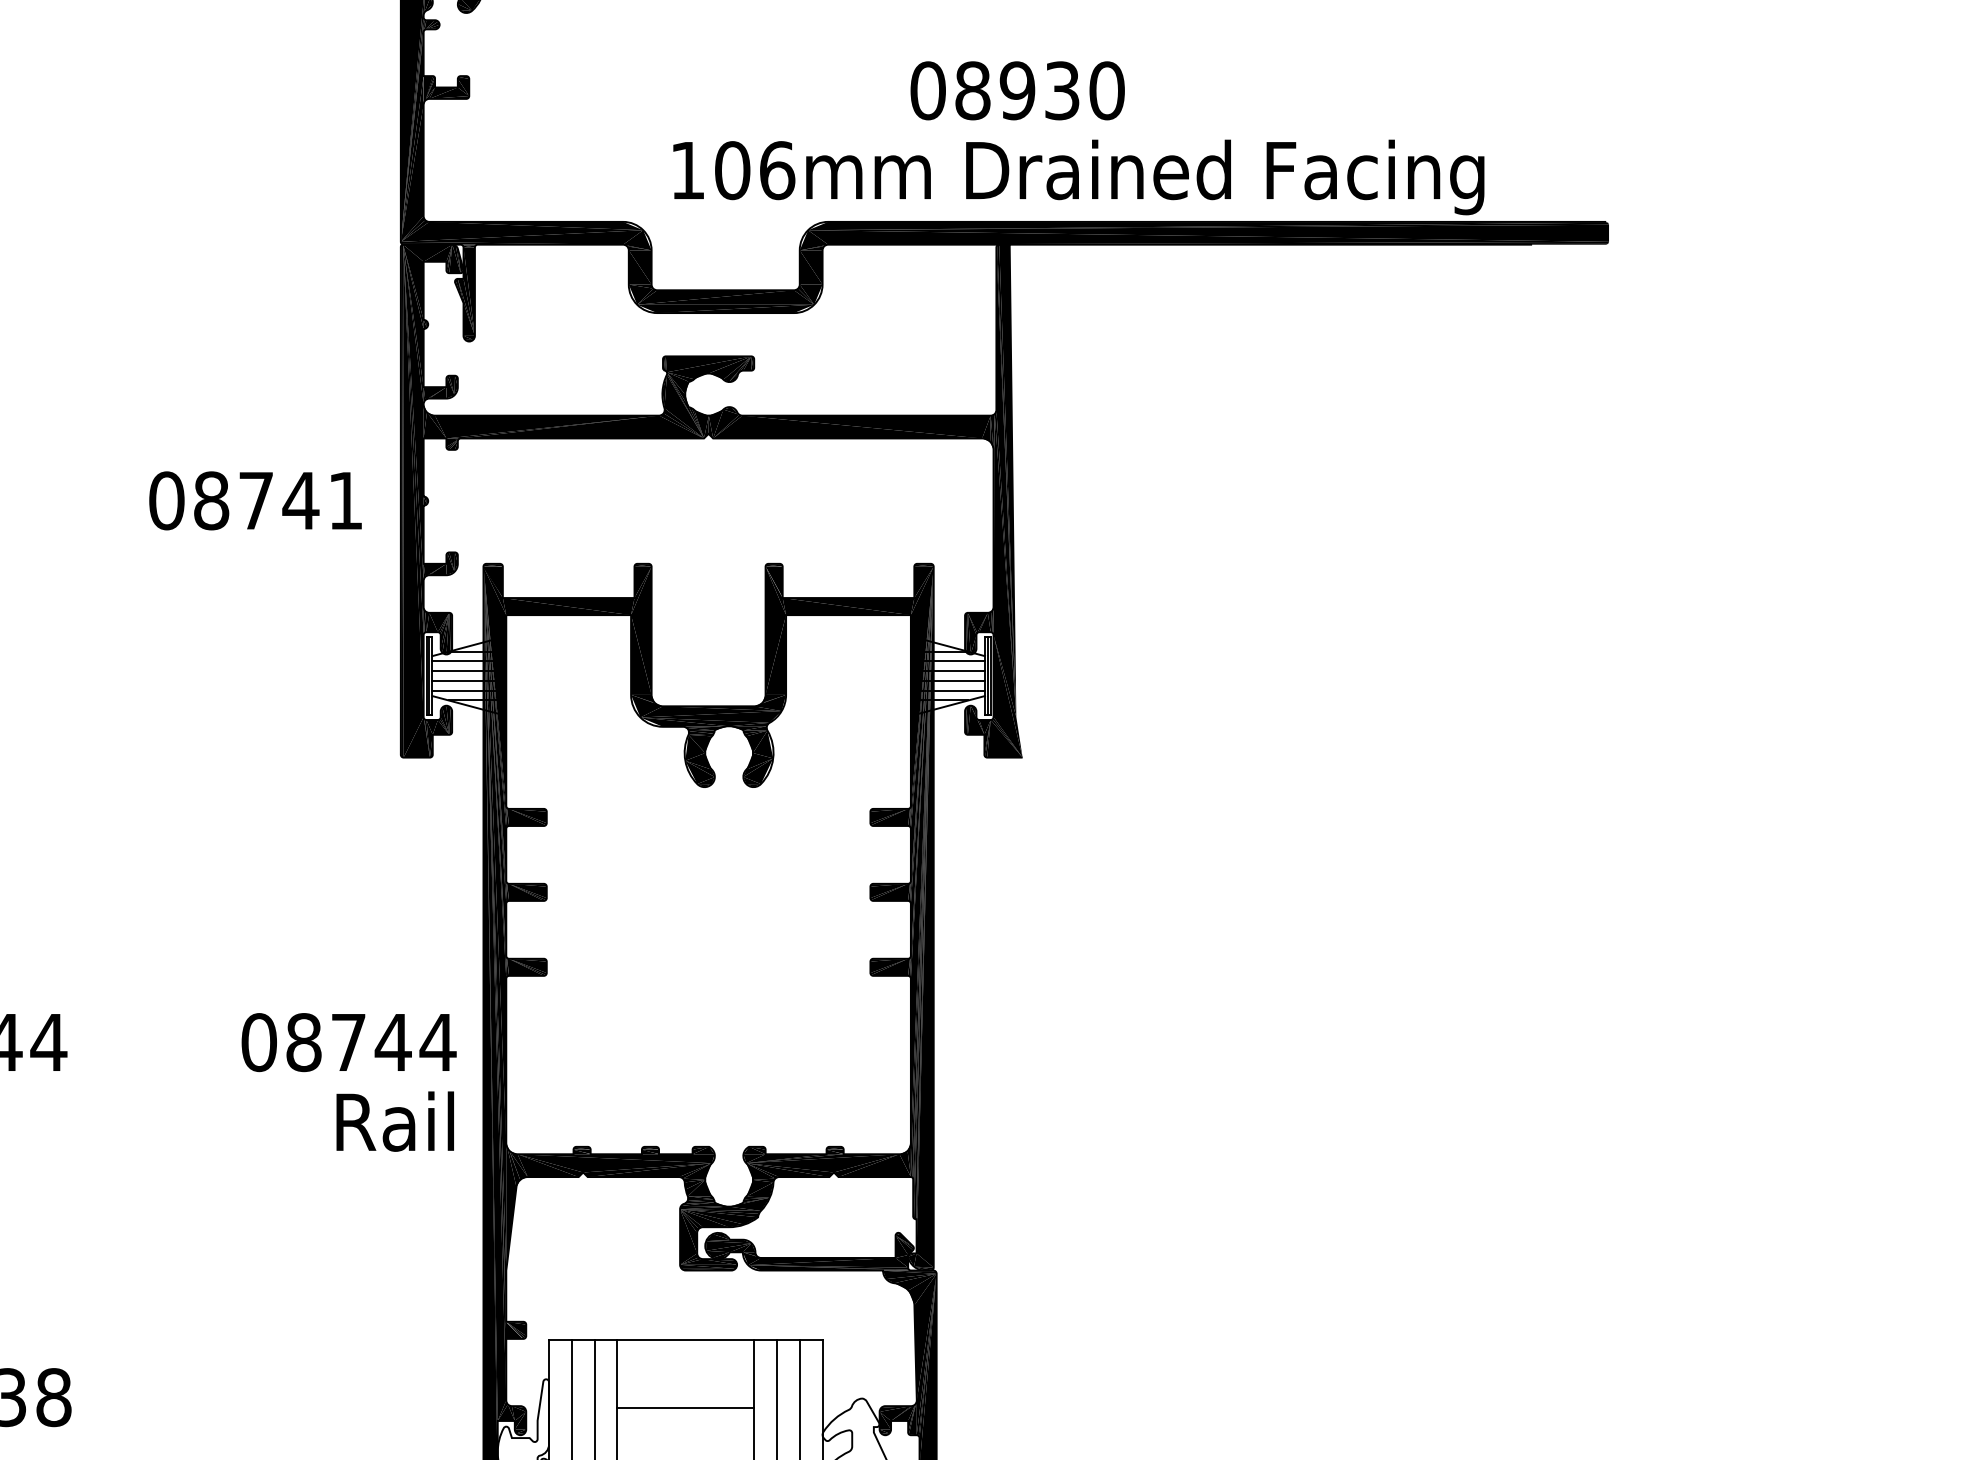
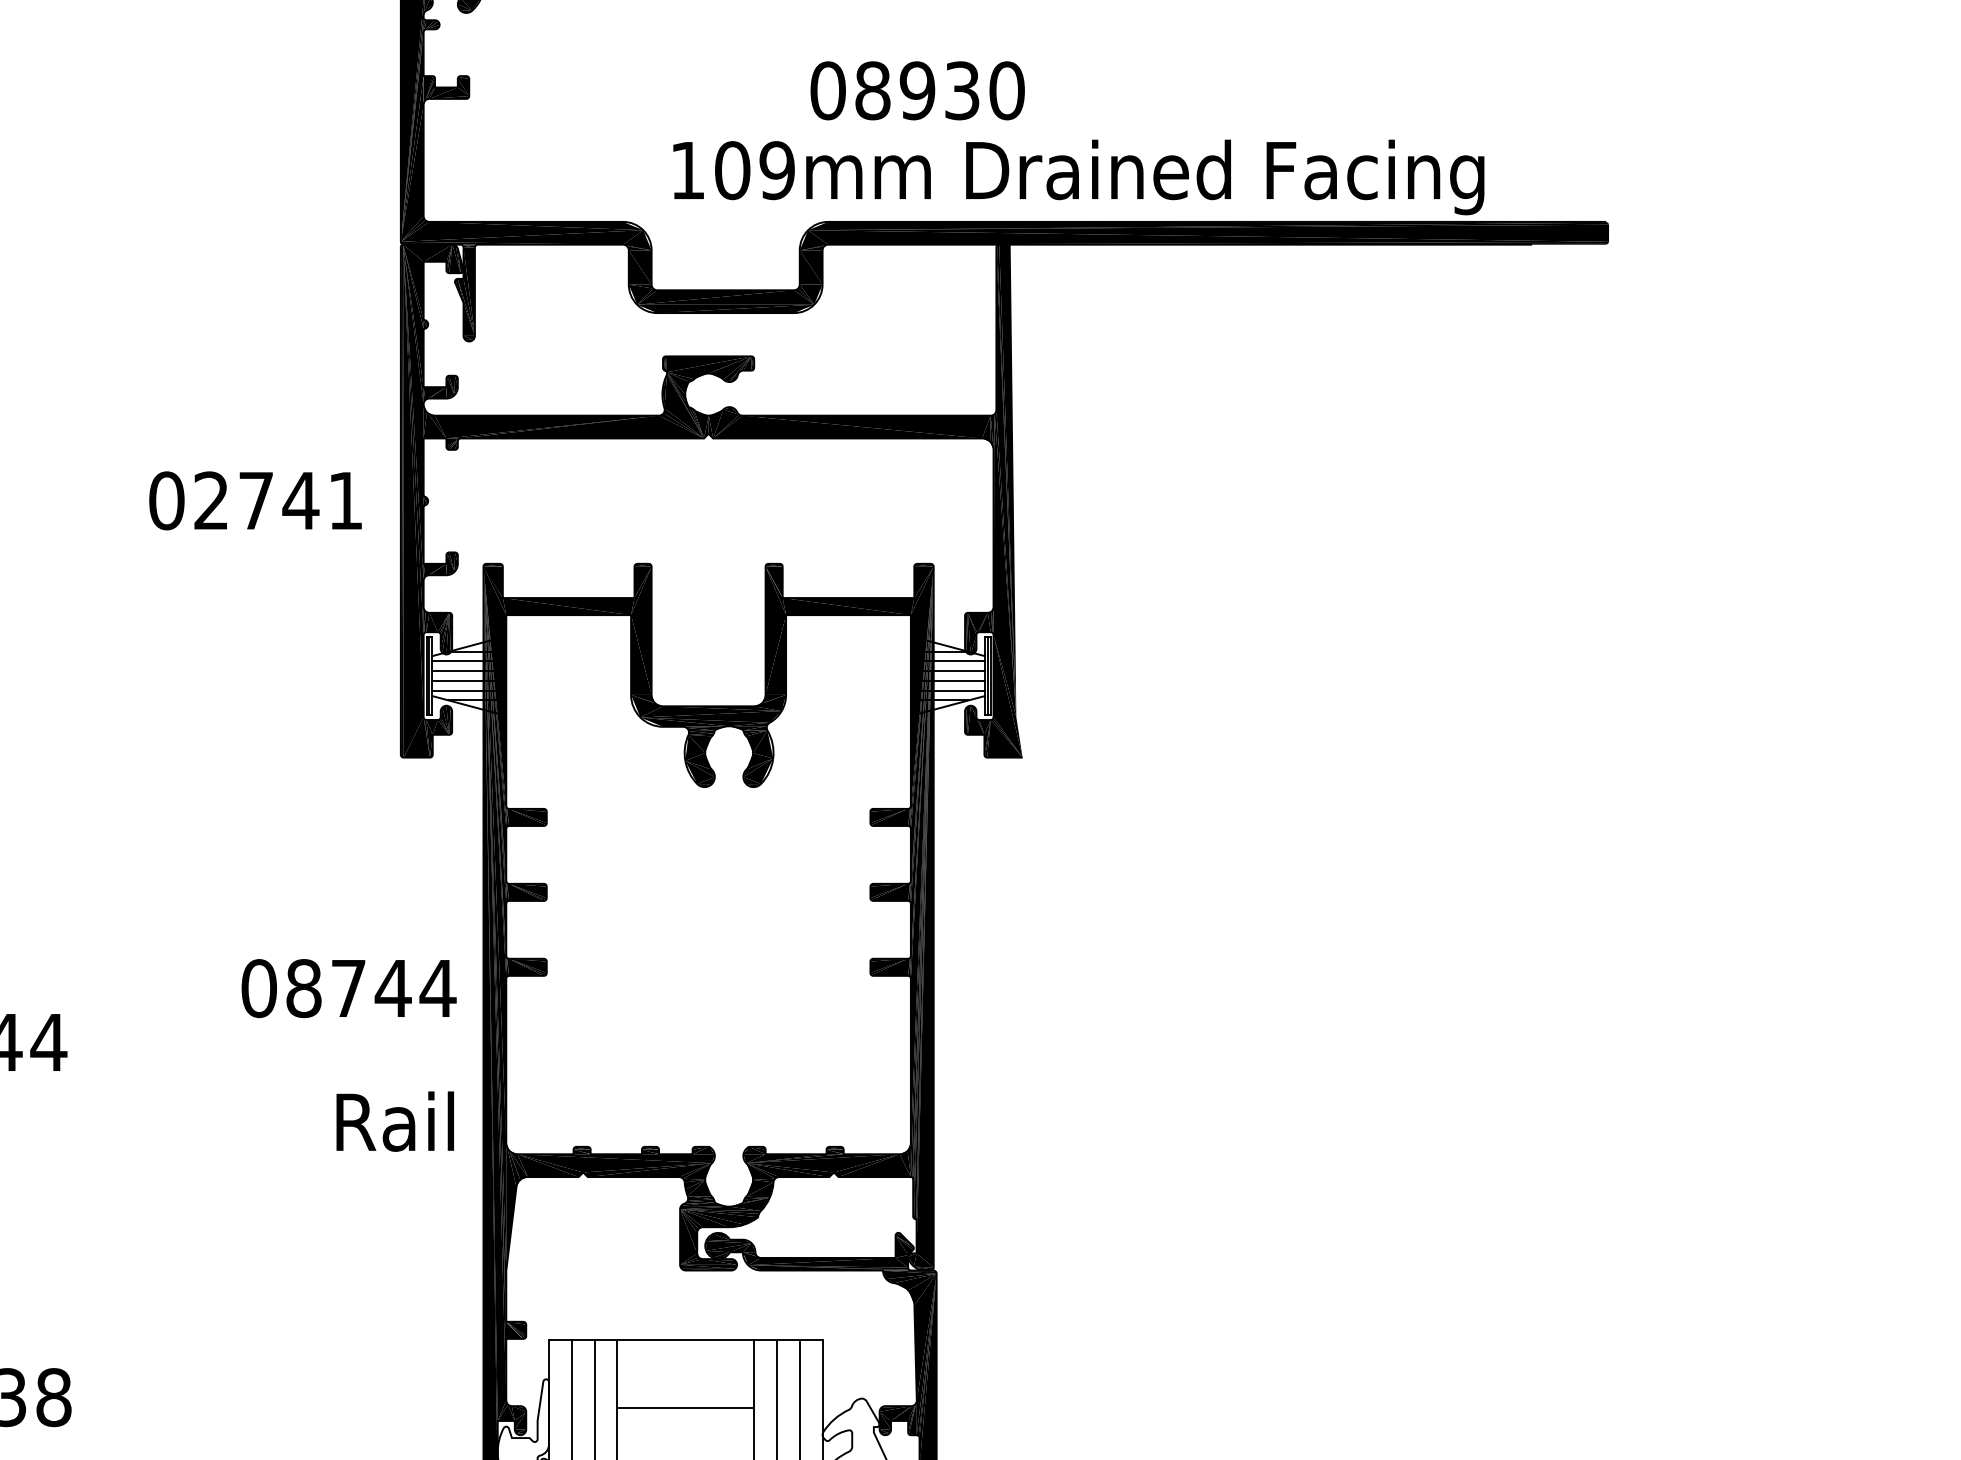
text at (1017, 90) position: (1017, 90) -> (917, 90)
text at (777, 170): 106mm -> 109mm
text at (211, 500): 08741 -> 02741
text at (348, 1042) position: (348, 1042) -> (348, 988)
